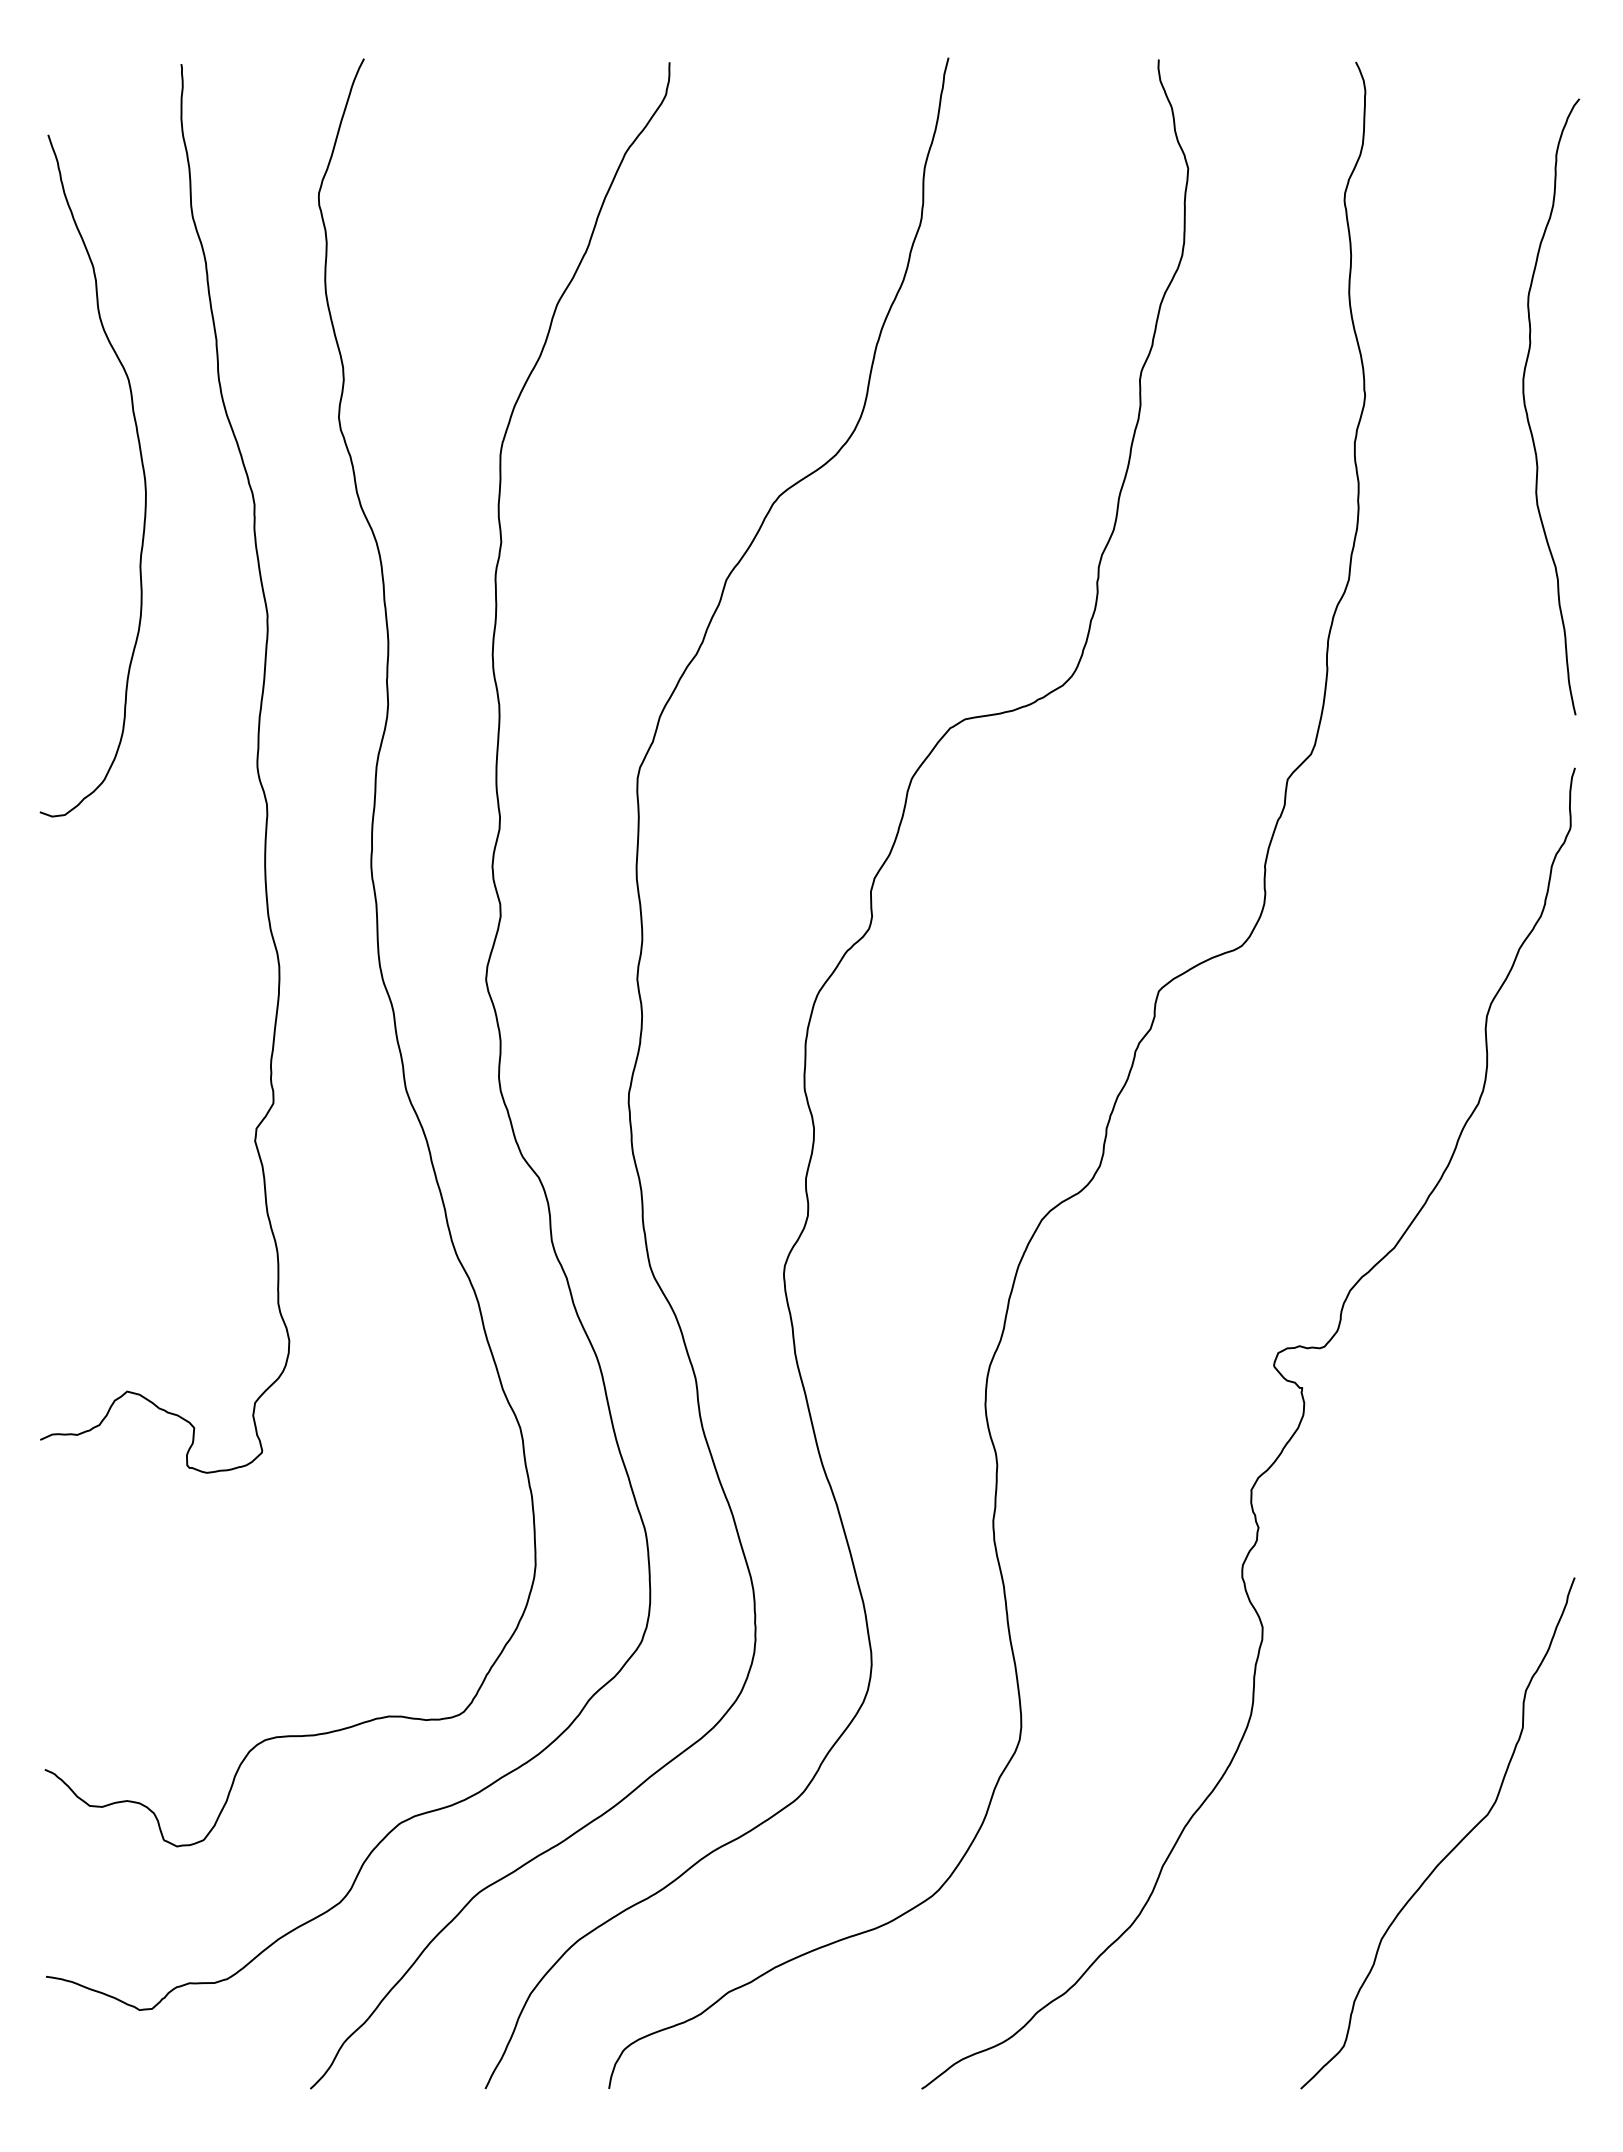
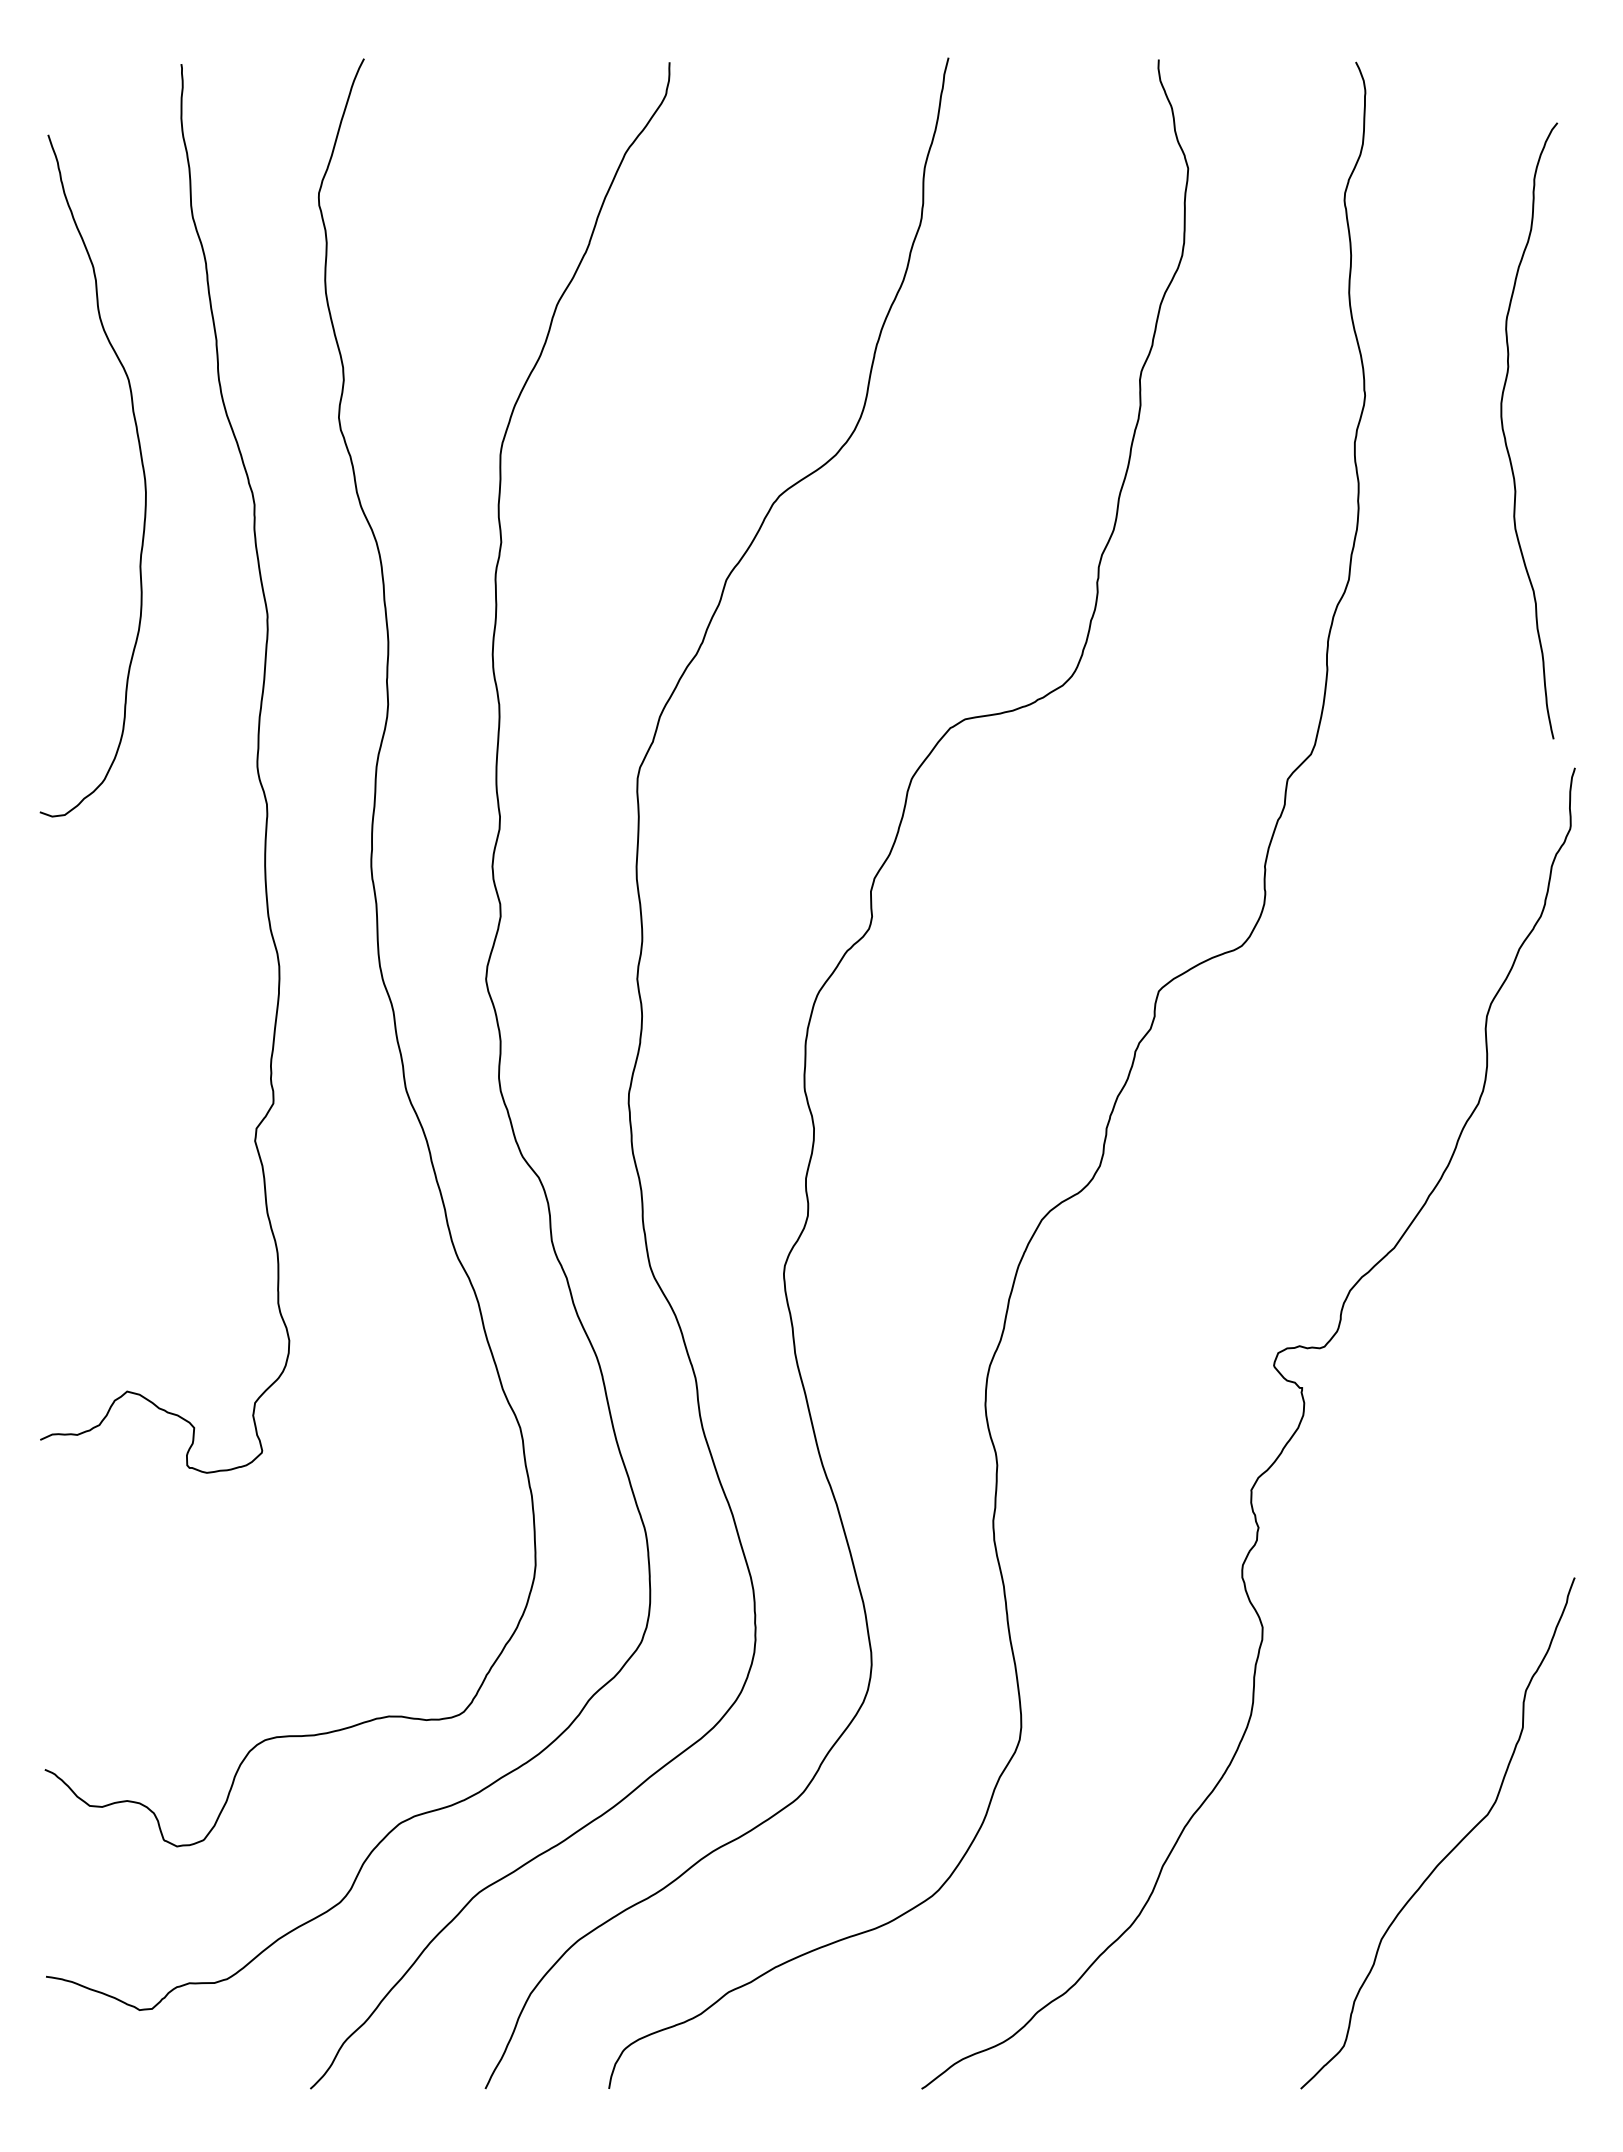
curve at (1527, 411) position: (1527, 411) -> (1505, 435)
